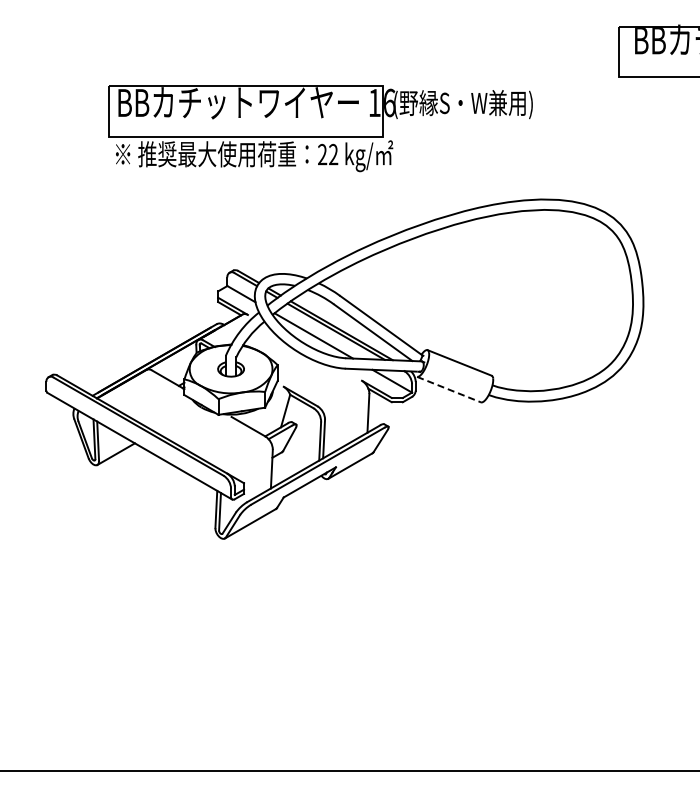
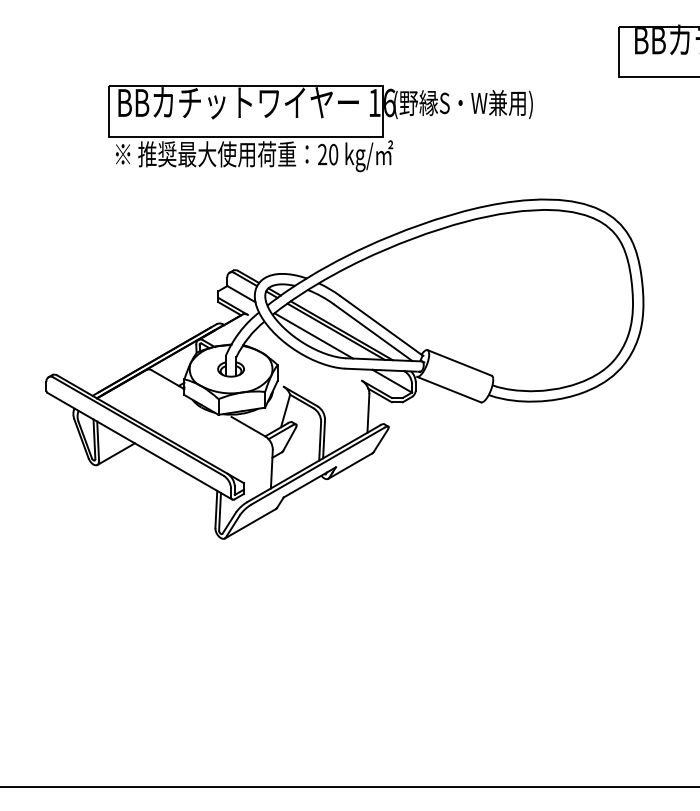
text at (333, 154): 22 -> 20
line at (449, 389): dashed -> solid
line at (349, 770) position: (349, 770) -> (349, 786)
